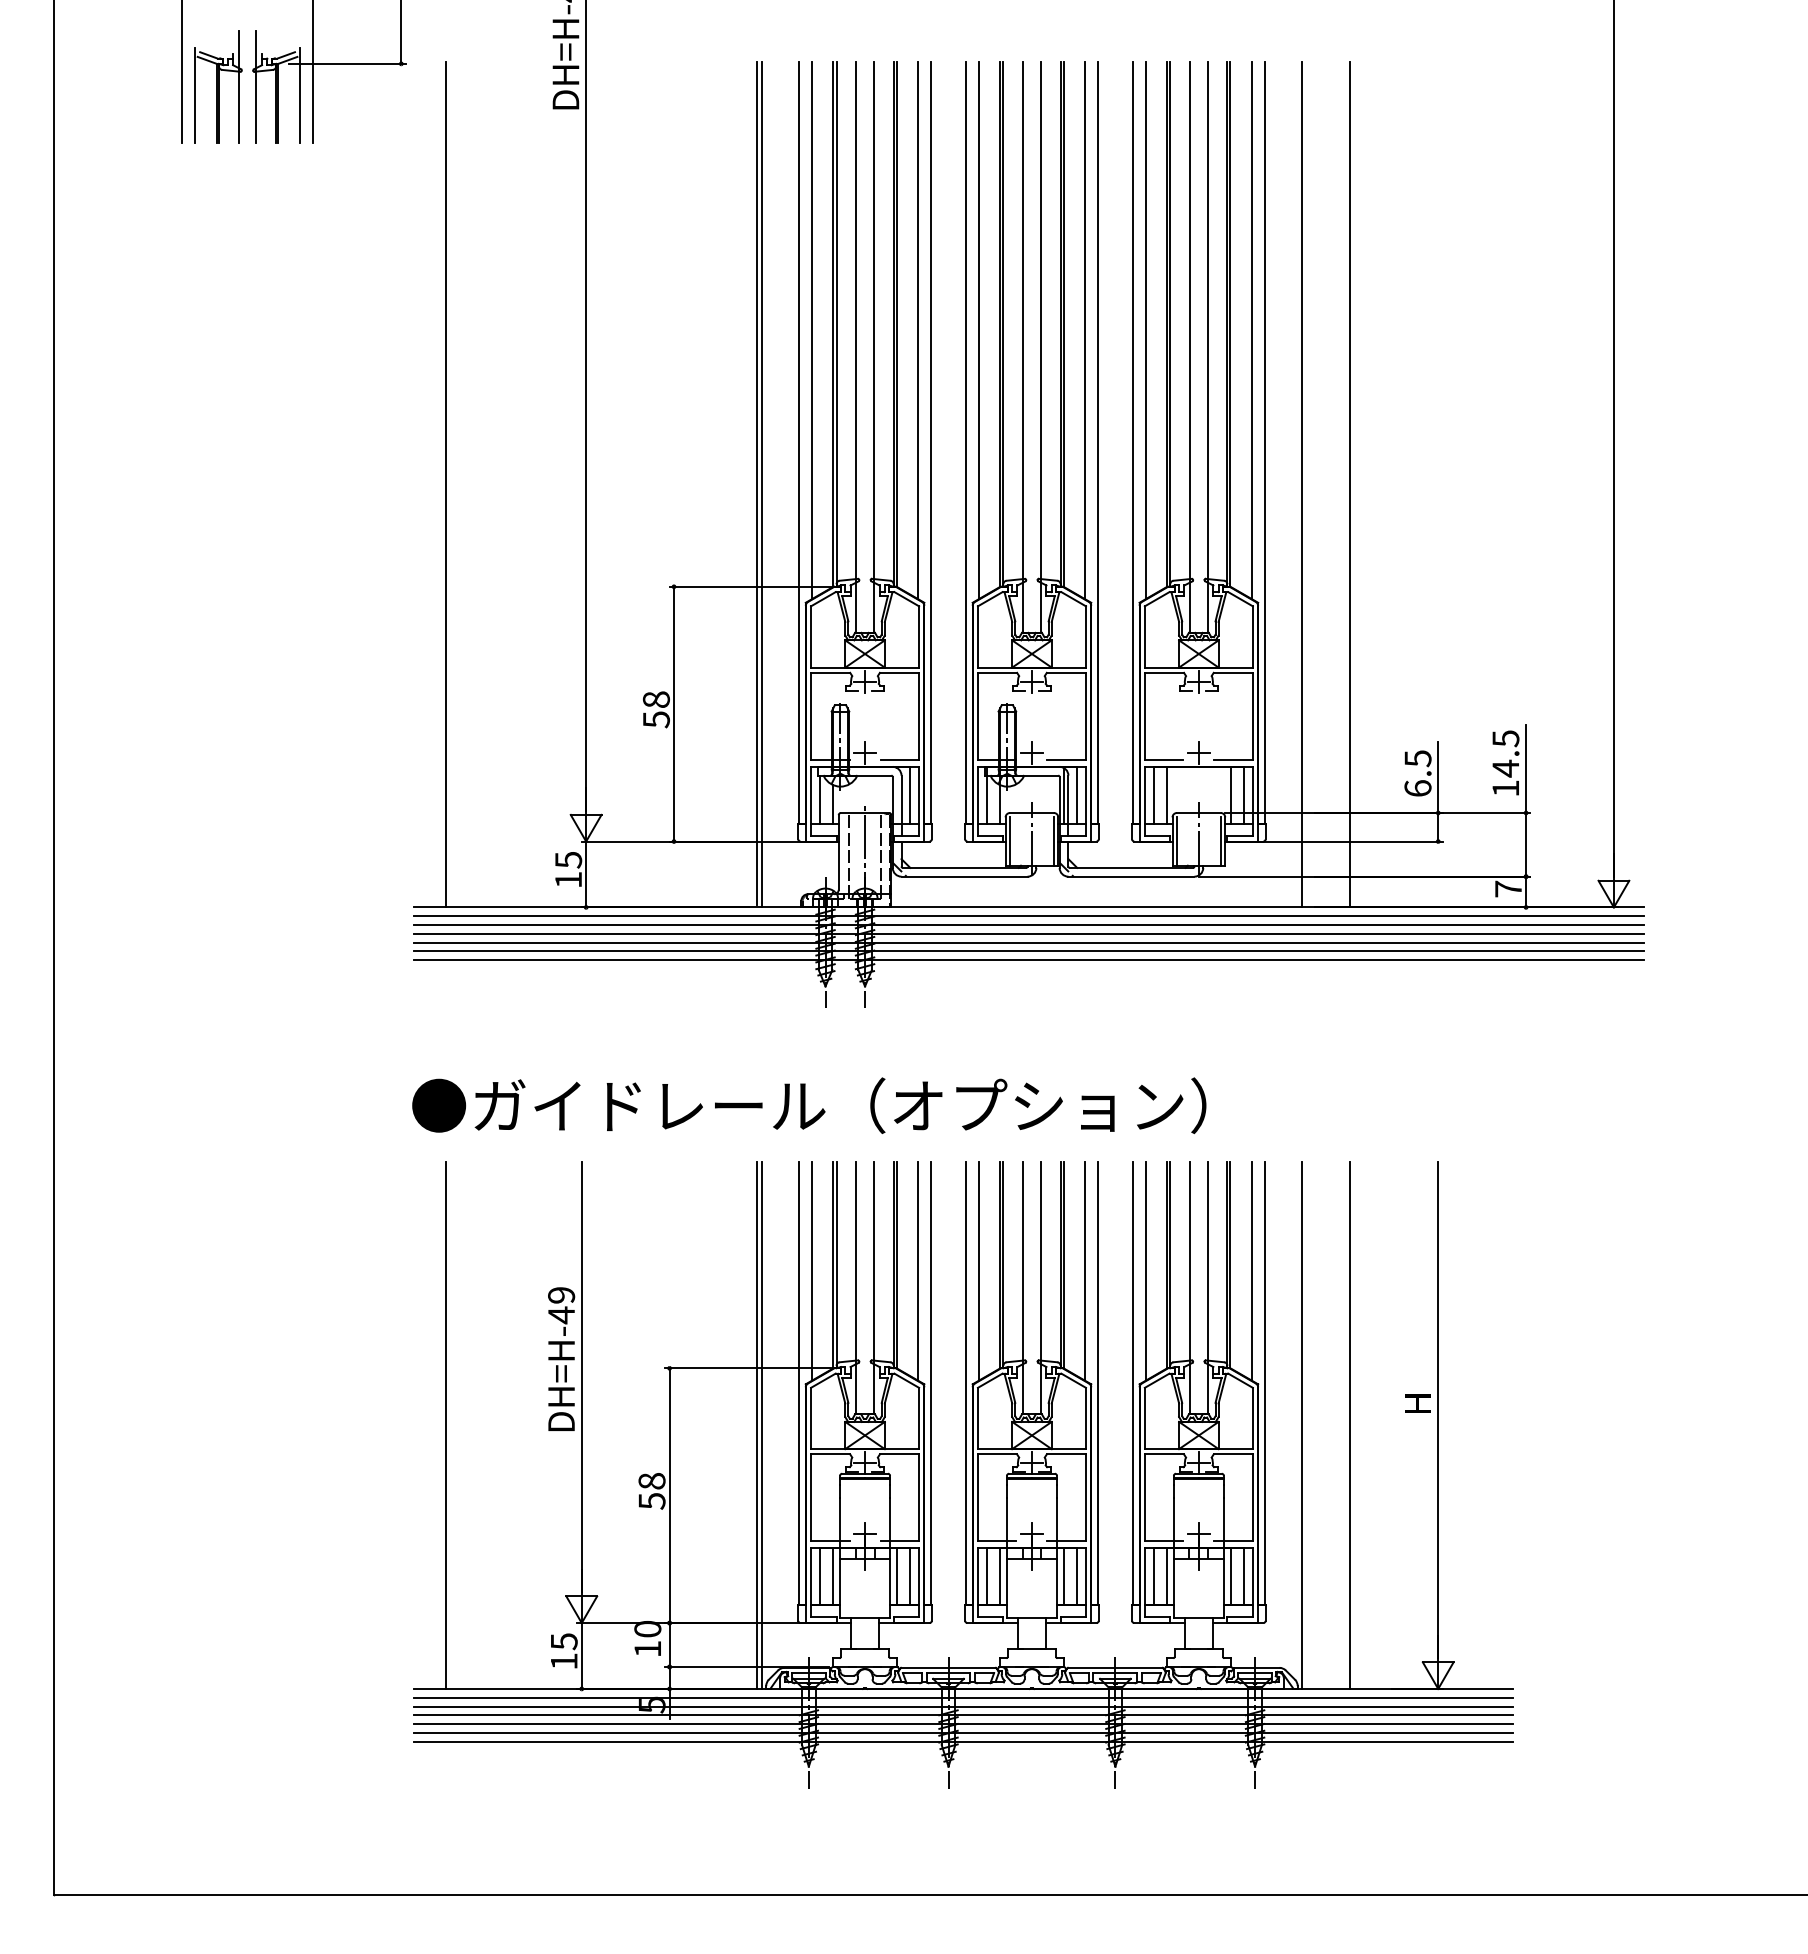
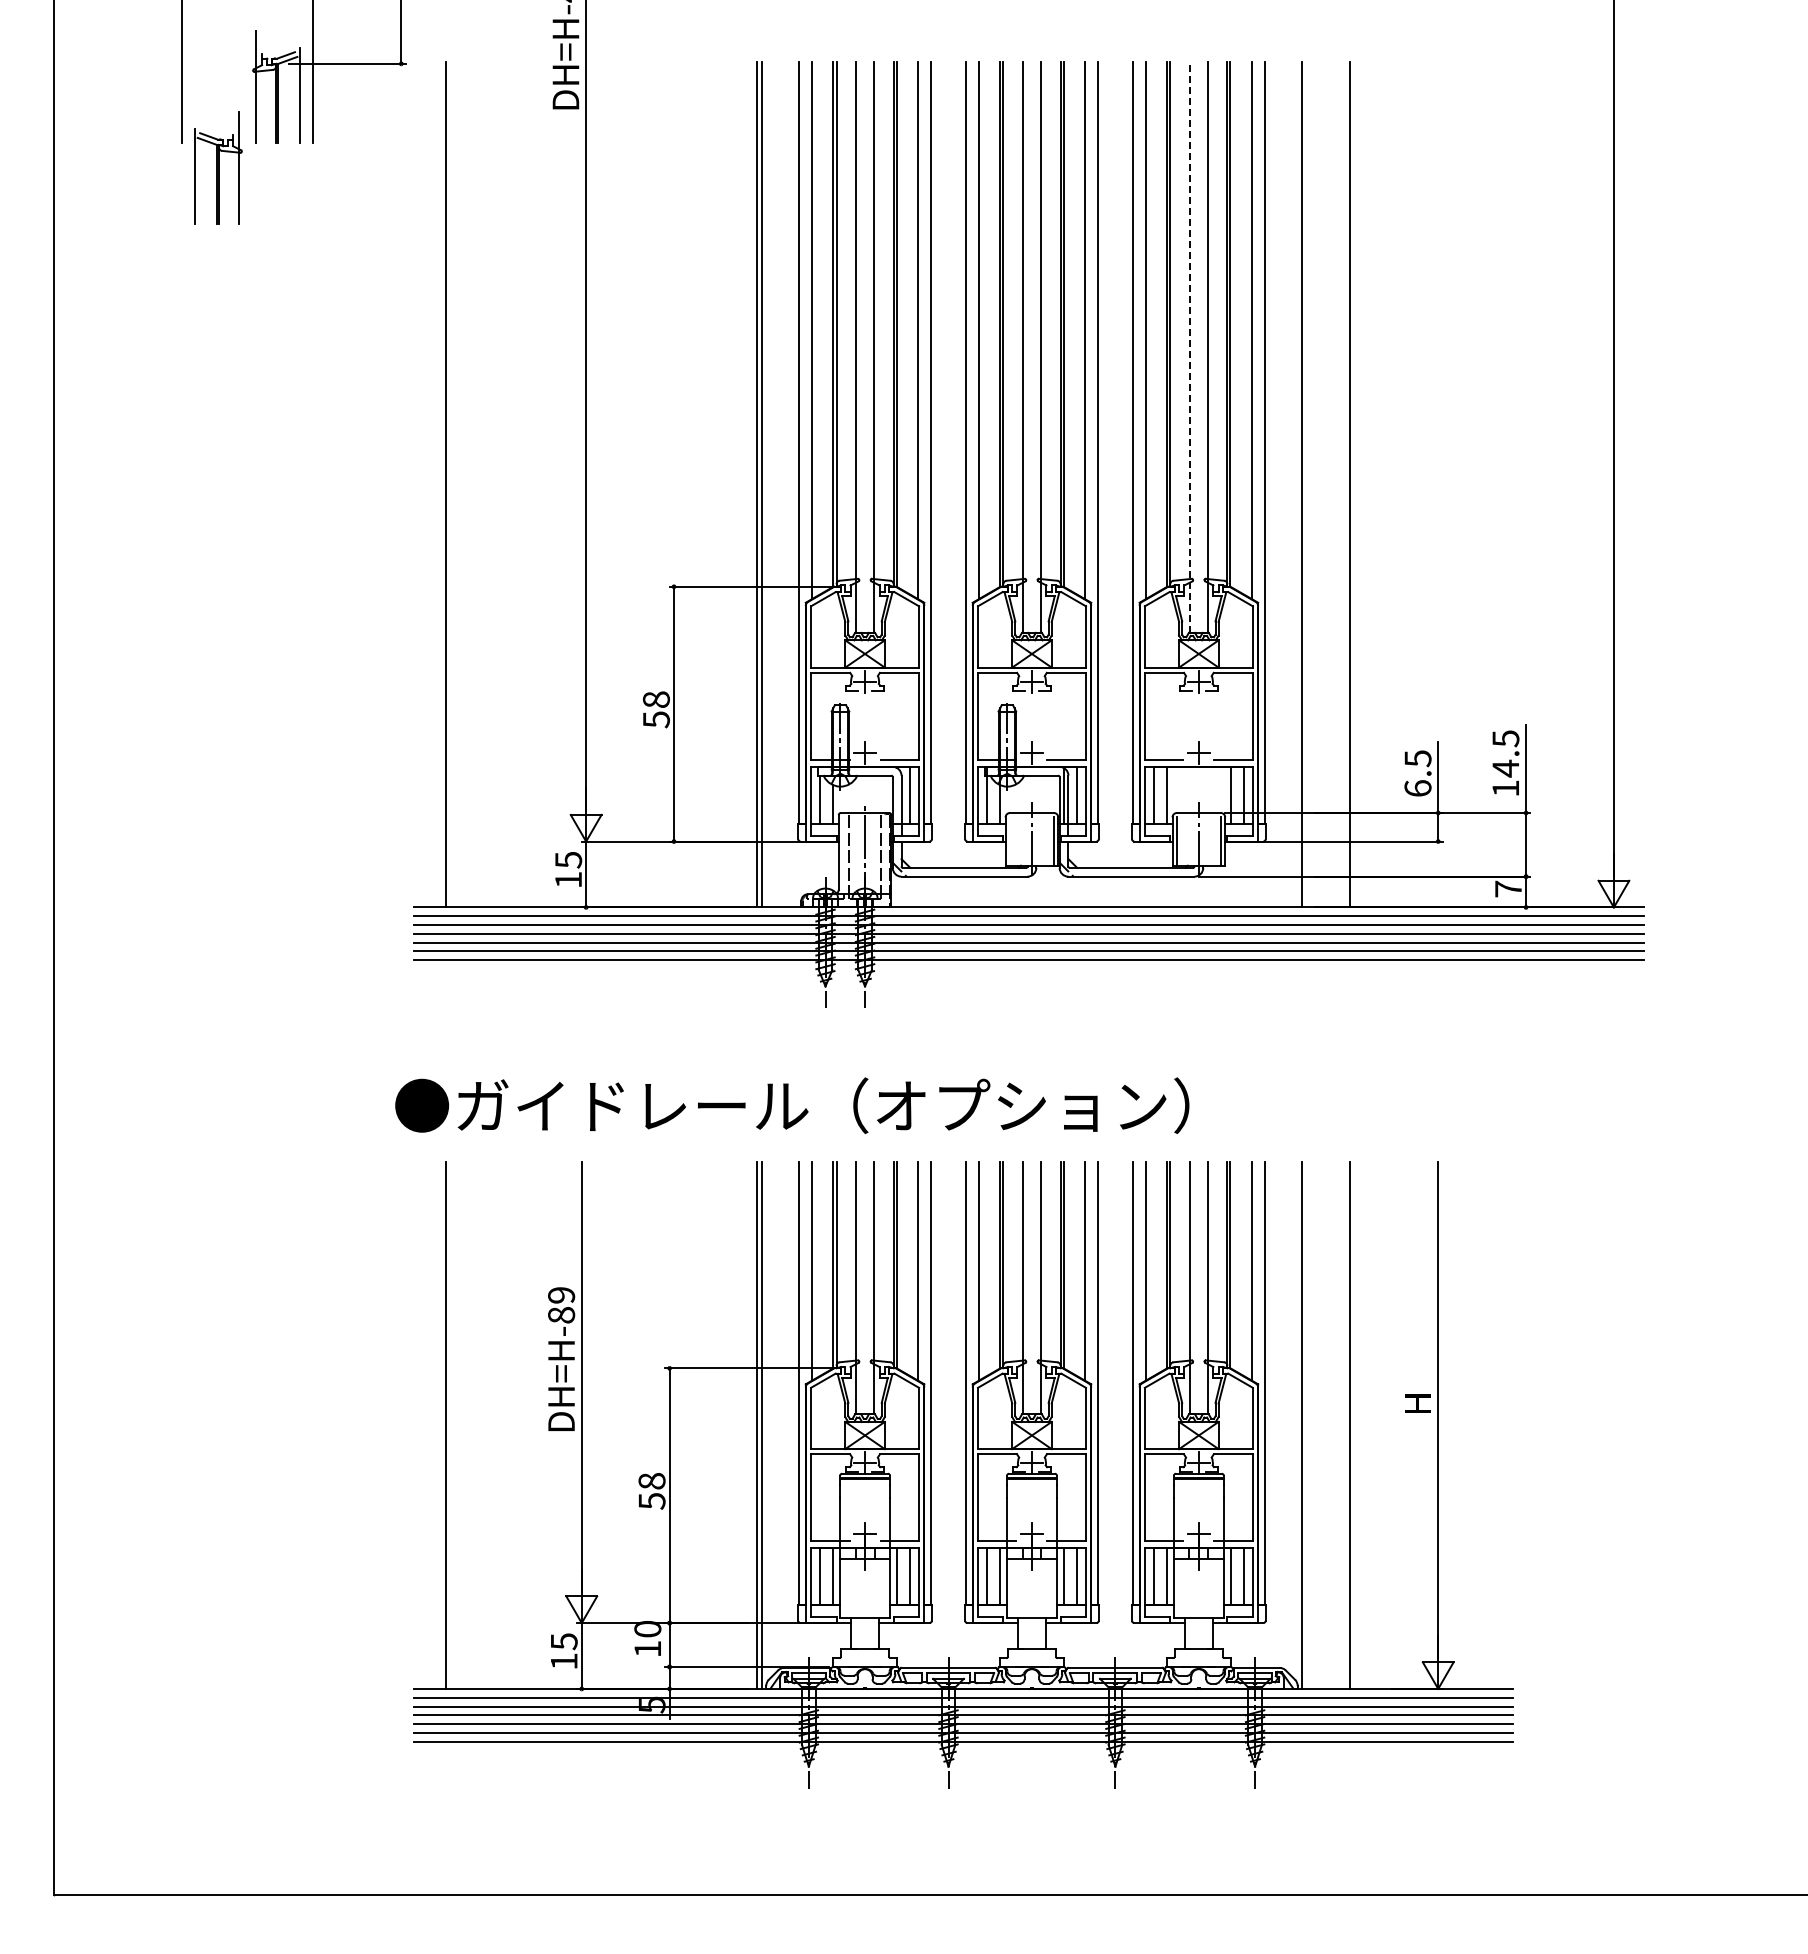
part at (218, 86) position: (218, 86) -> (218, 167)
line at (1190, 346): solid -> dashed
line at (1010, 841): present -> none
text at (809, 1105) position: (809, 1105) -> (792, 1105)
text at (561, 1315): DH=H-49 -> DH=H-89
